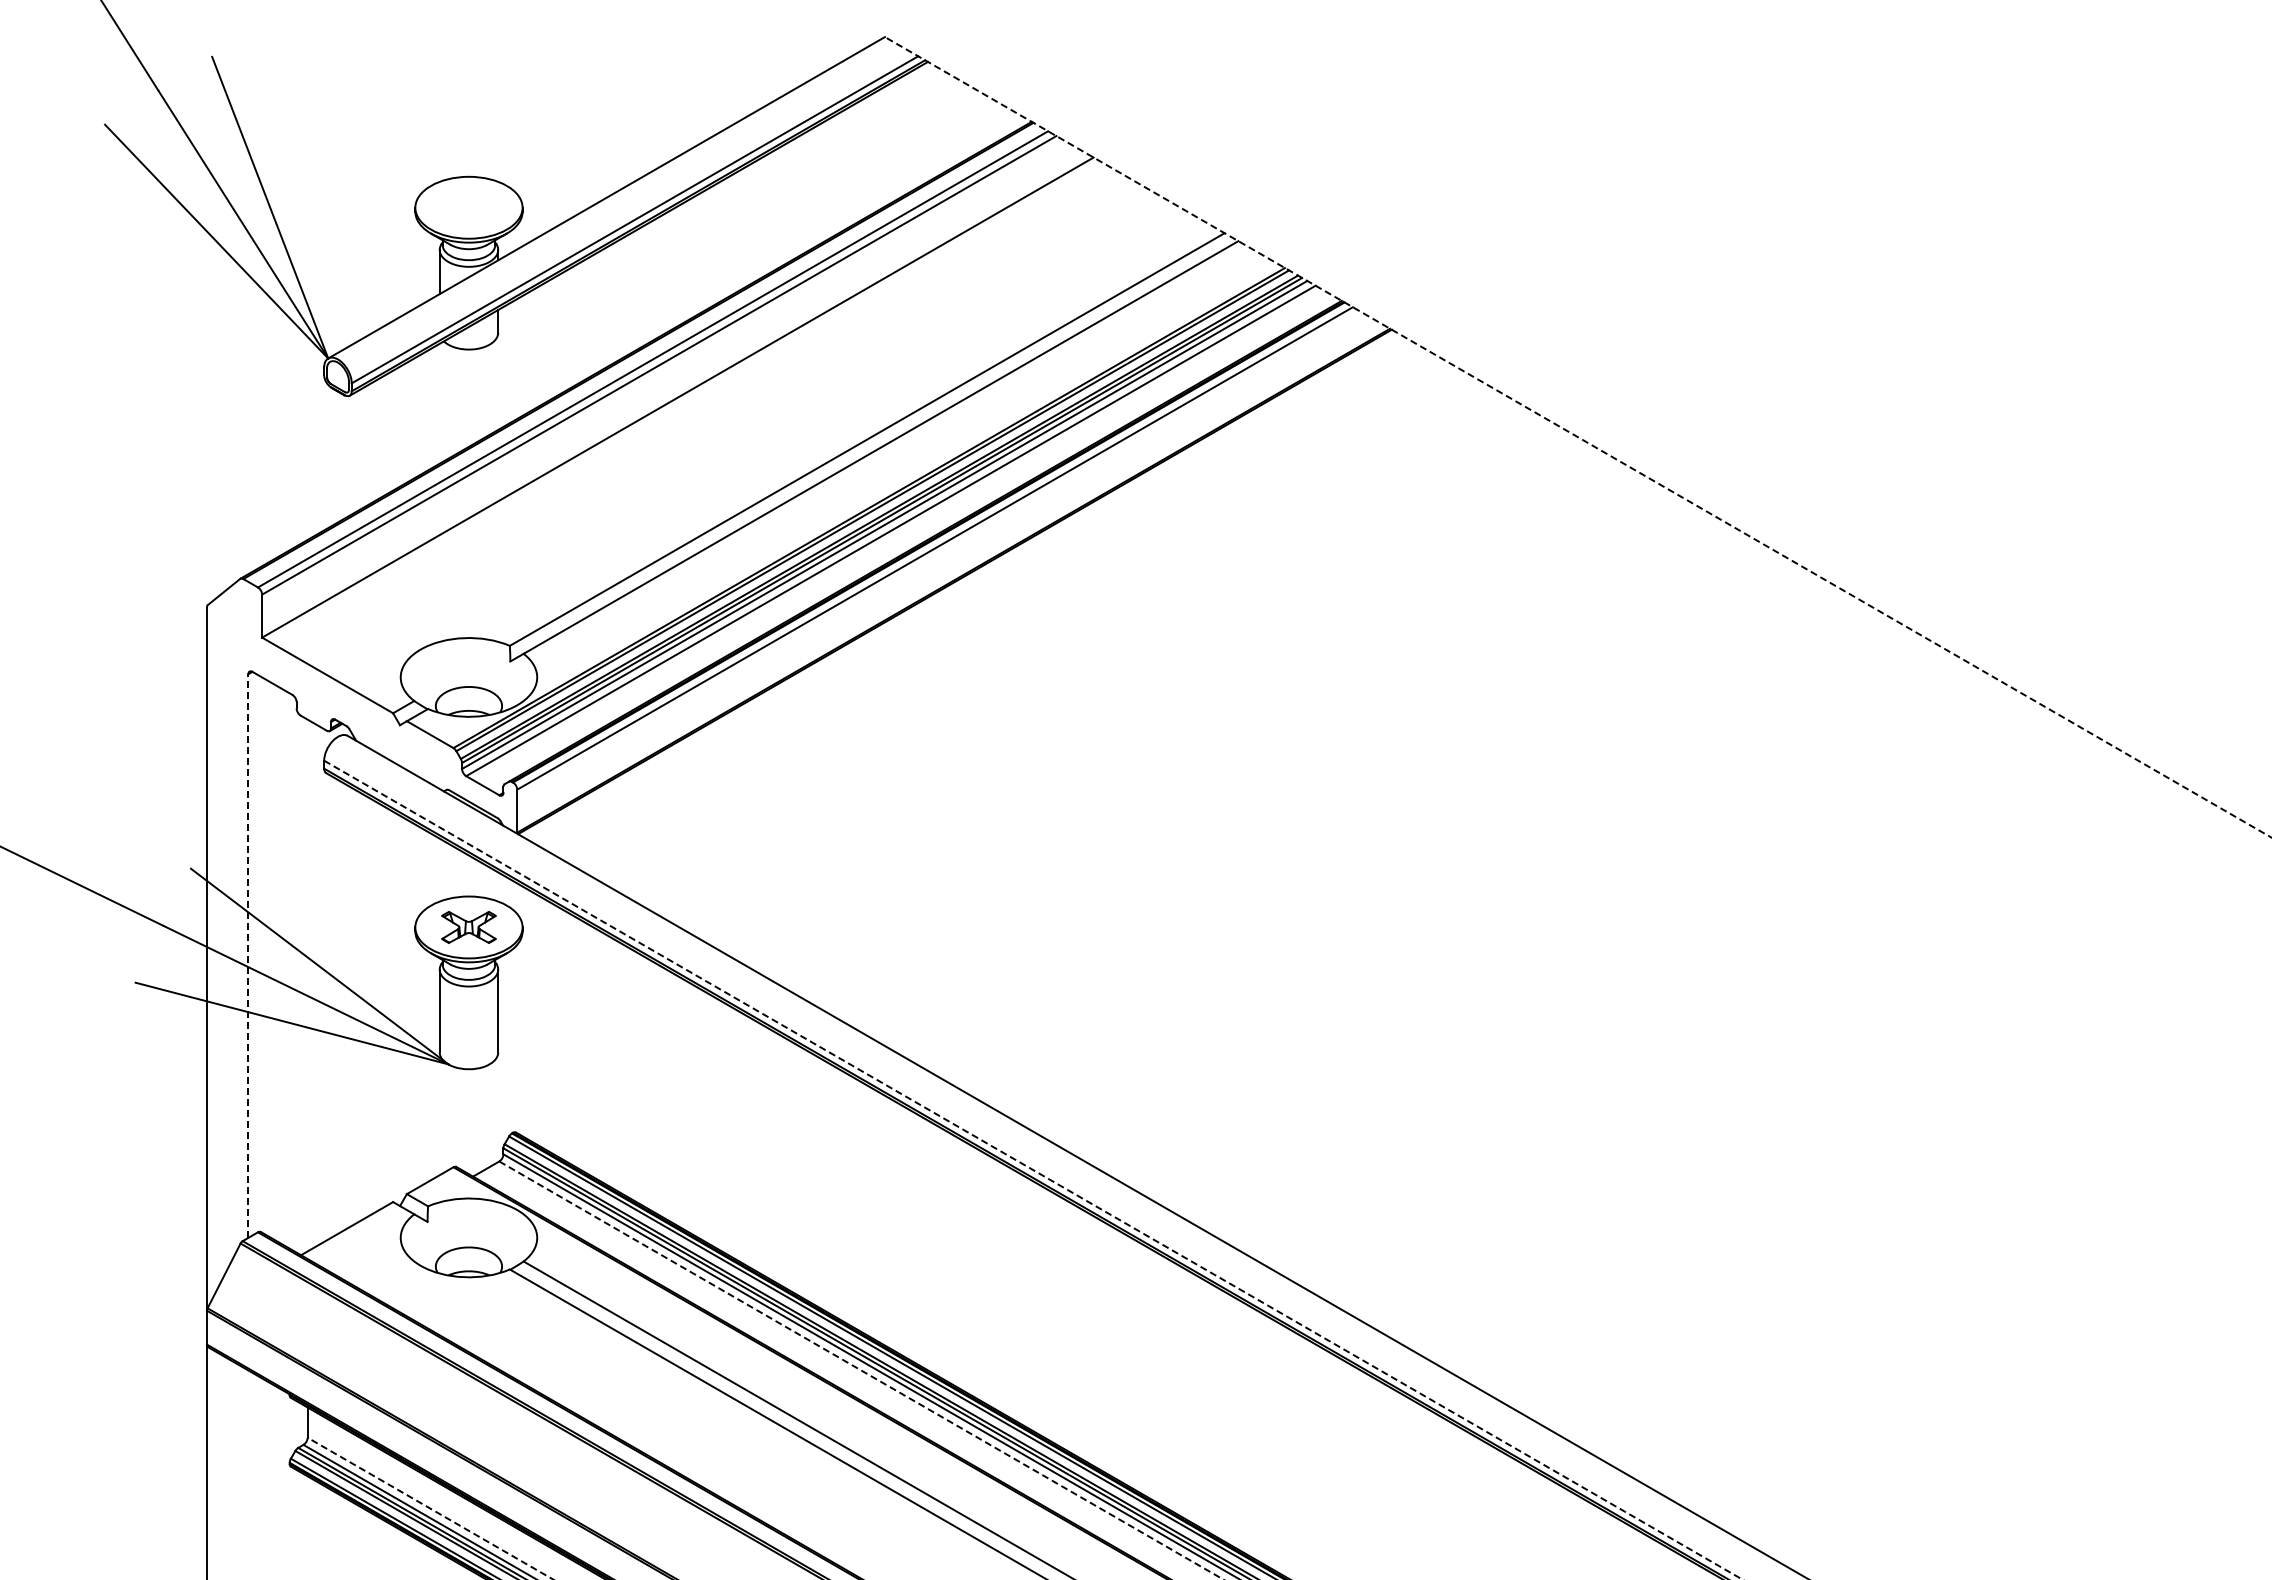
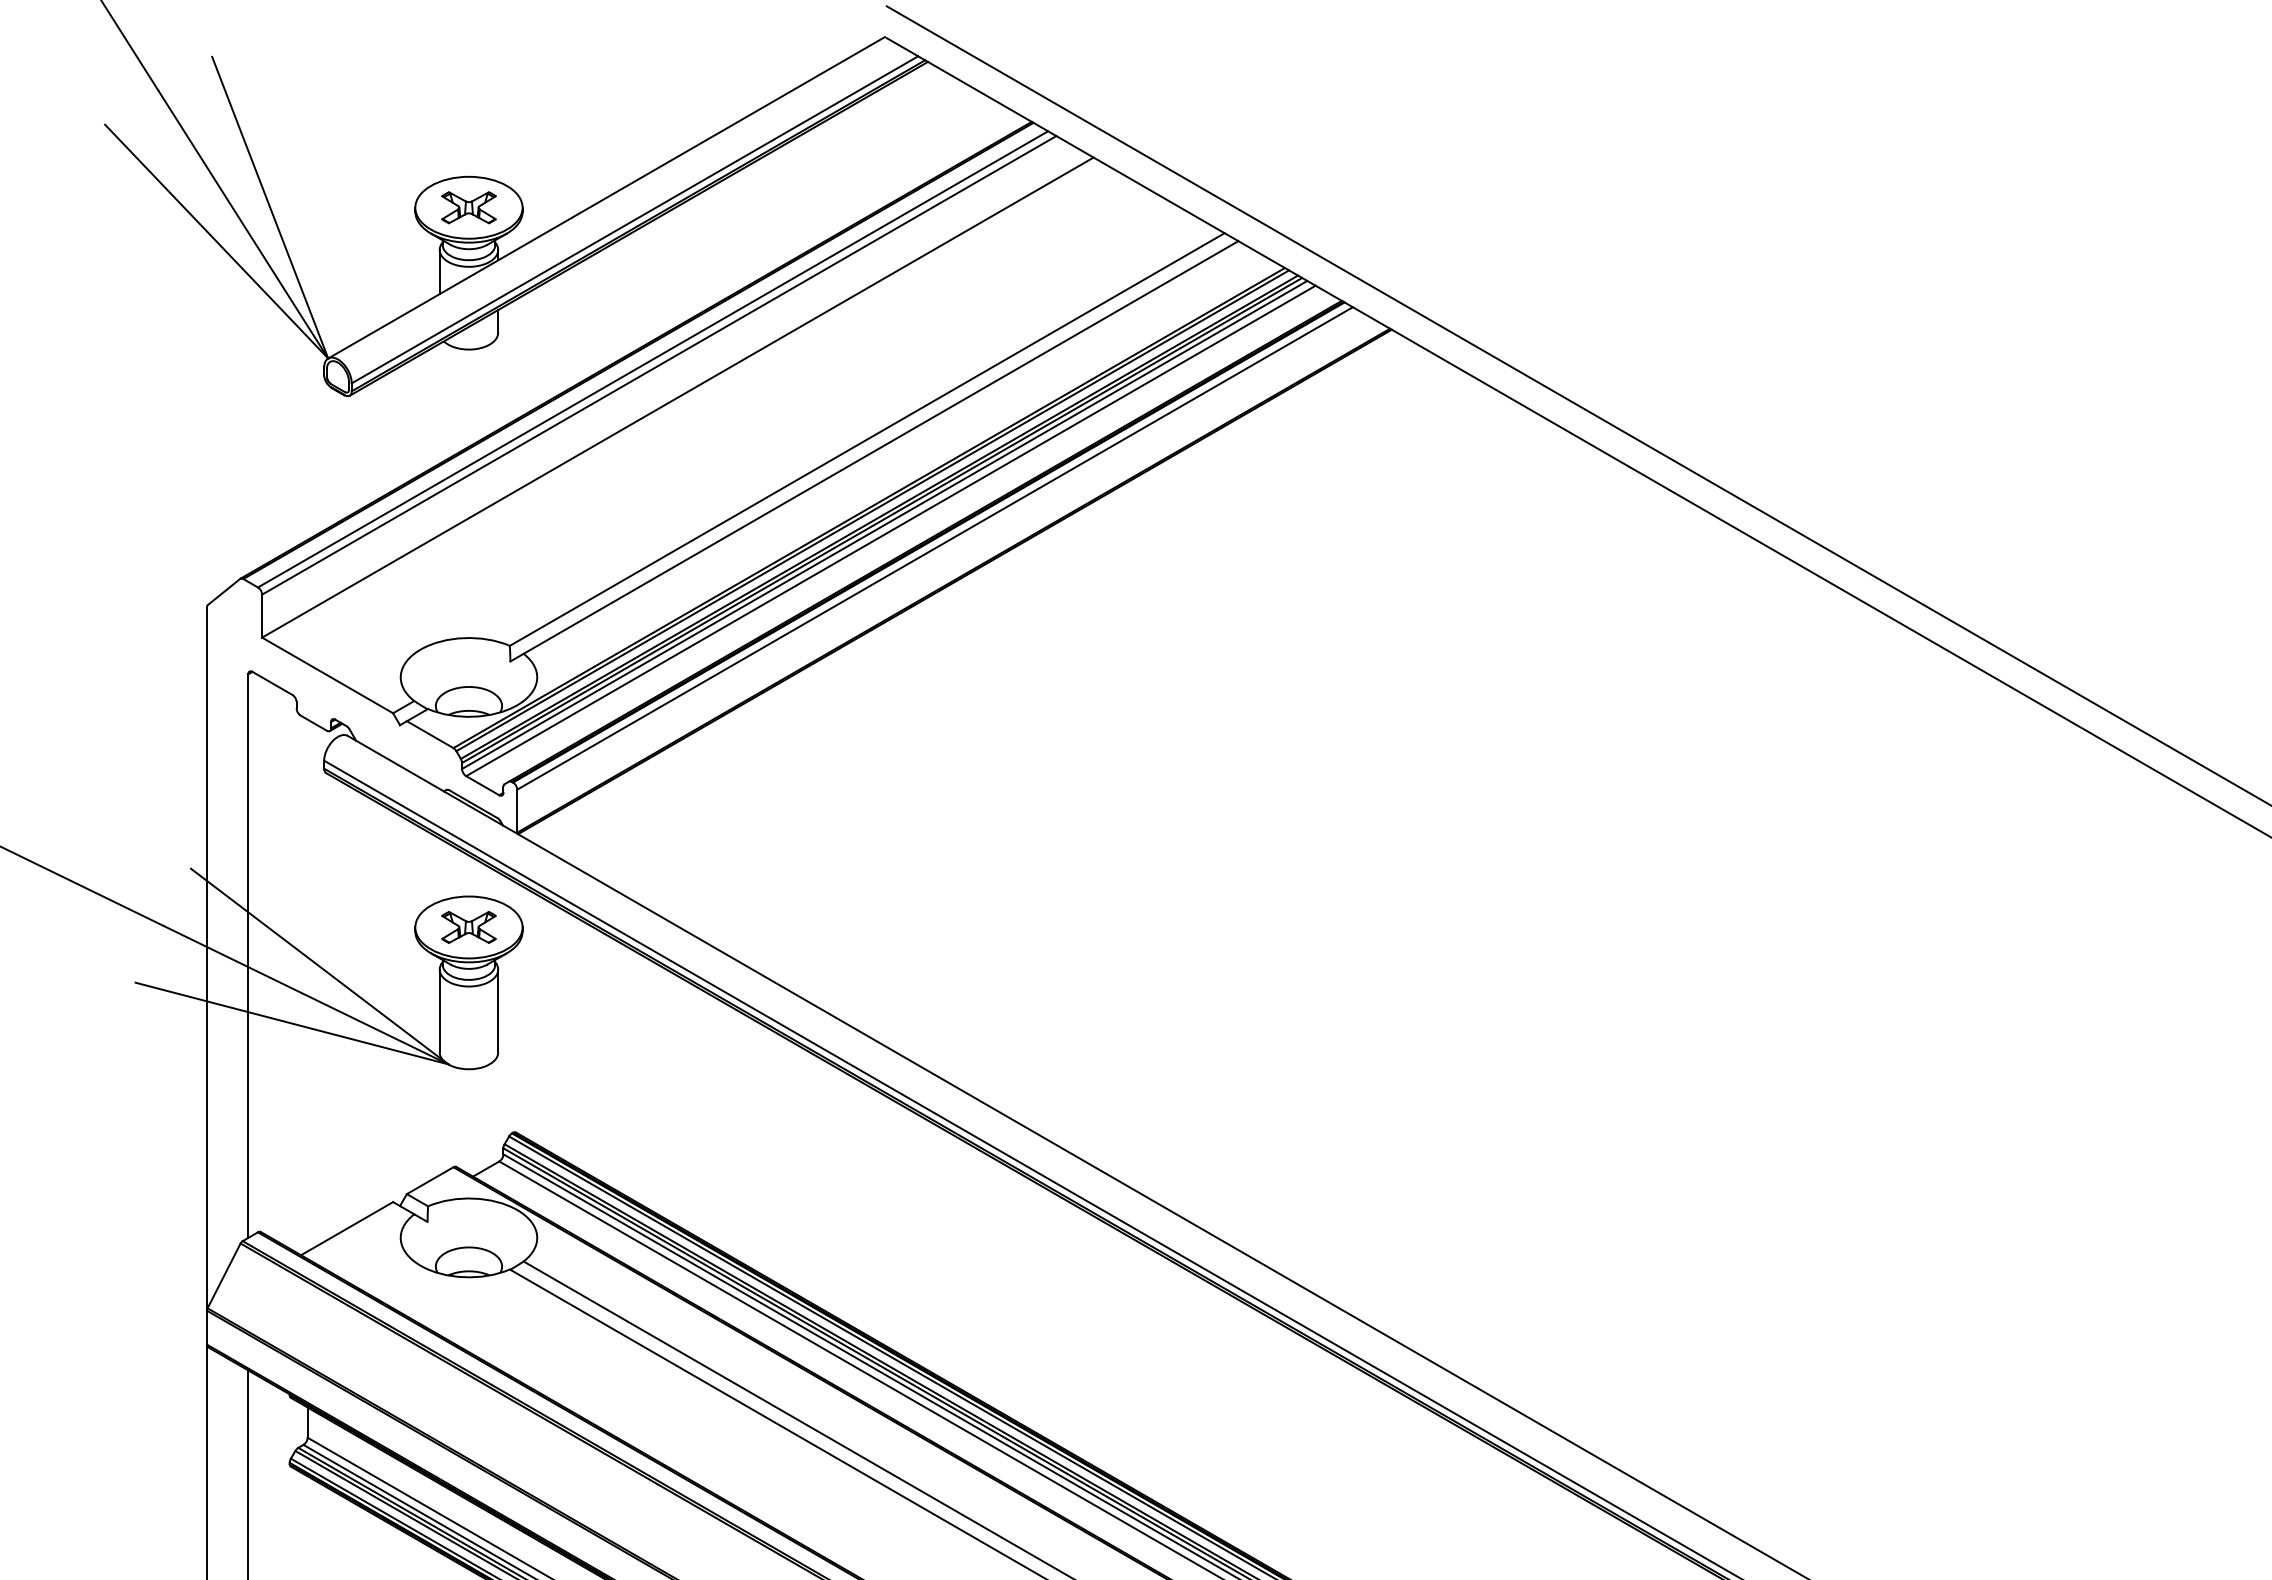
part at (468, 207): none -> present
line at (1577, 404): none -> present
line at (1579, 438): dashed -> solid
line at (248, 956): dashed -> solid
line at (1033, 1170): dashed -> solid
line at (861, 1370): dashed -> solid
line at (248, 1473): none -> present
line at (430, 1508): dashed -> solid
